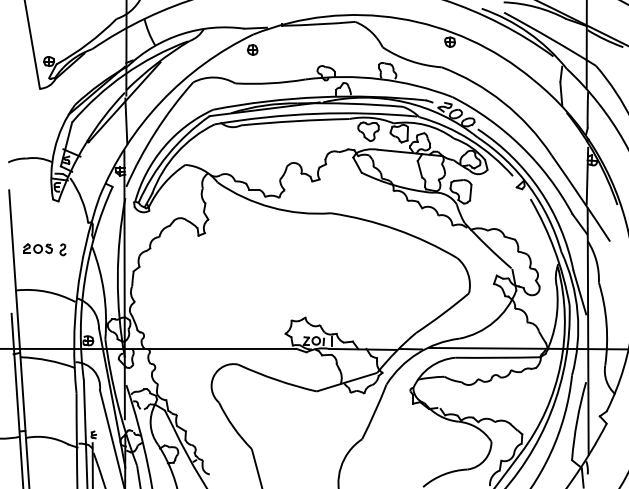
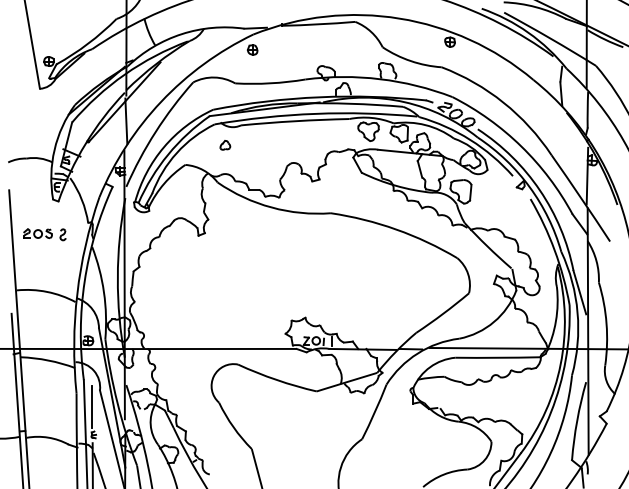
part at (225, 145): none -> present
part at (44, 249) position: (44, 249) -> (44, 234)
line at (91, 406): none -> present
